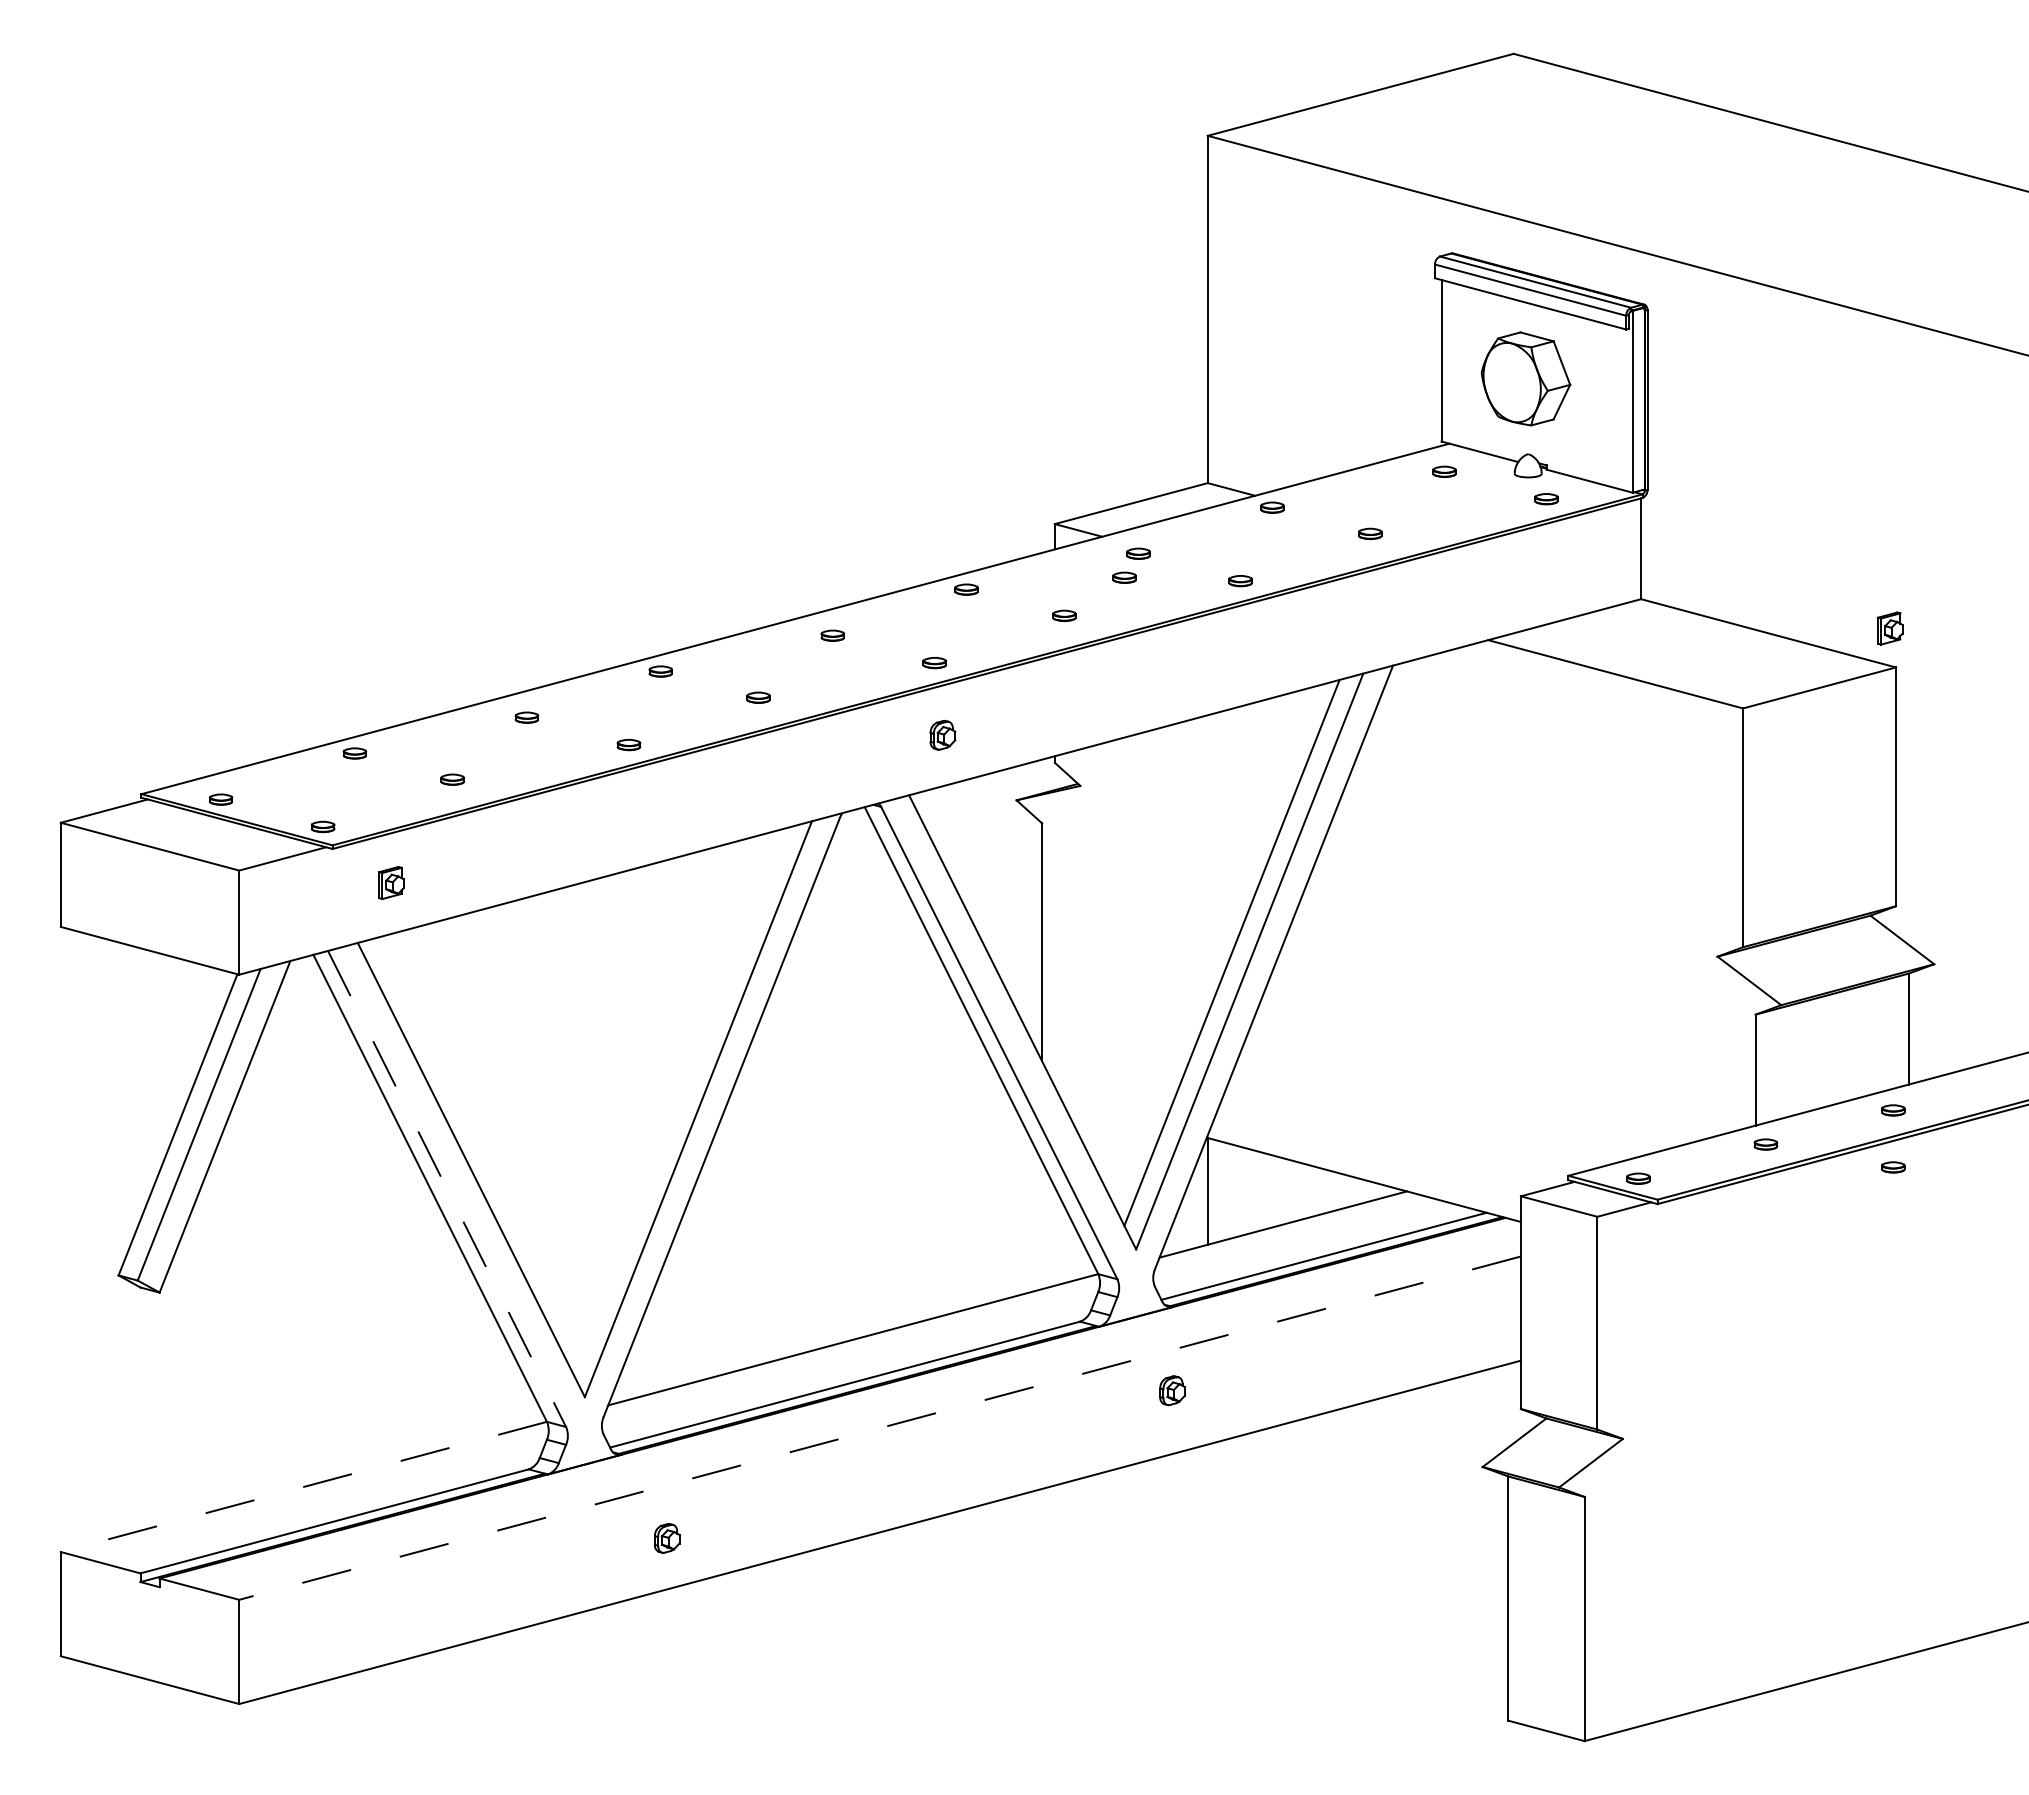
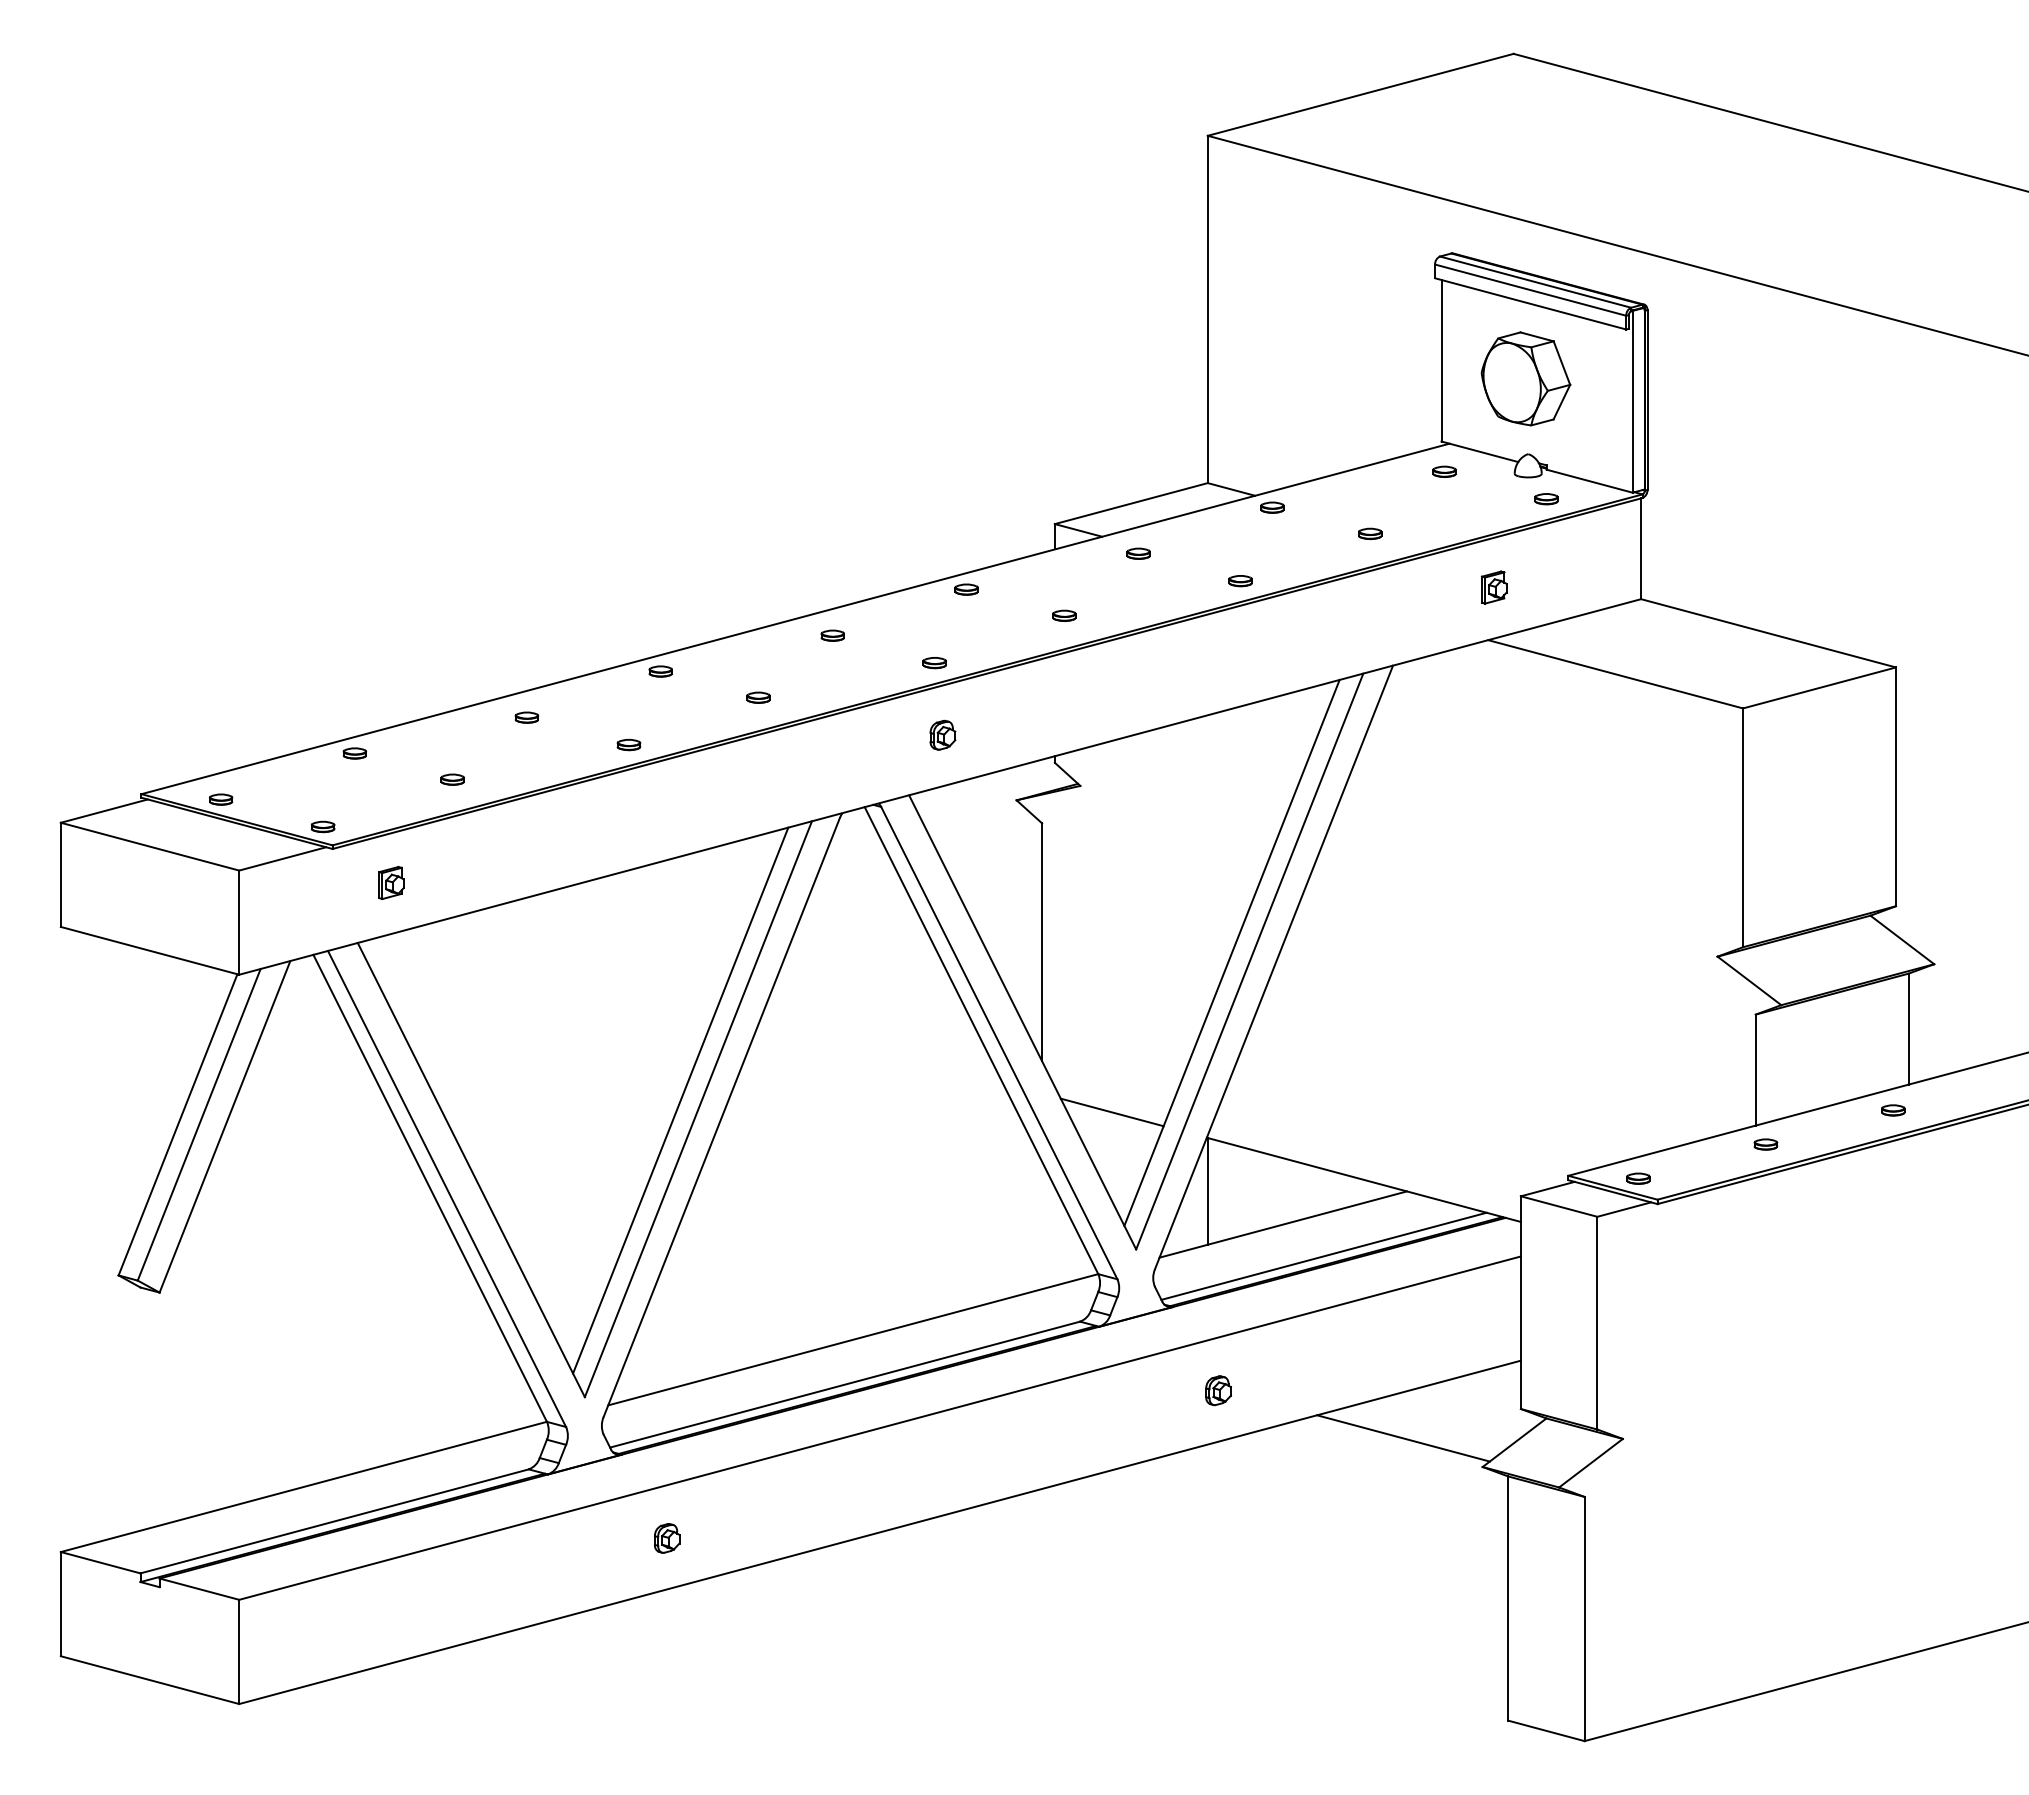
part at (1124, 577): present -> none
part at (1890, 628) position: (1890, 628) -> (1494, 587)
line at (680, 1100): none -> present
line at (1111, 1112): none -> present
part at (1893, 1167): present -> none
line at (447, 1189): dashed -> solid
part at (1172, 1390) position: (1172, 1390) -> (1218, 1390)
line at (879, 1428): dashed -> solid
line at (1403, 1438): none -> present
line at (303, 1486): dashed -> solid
